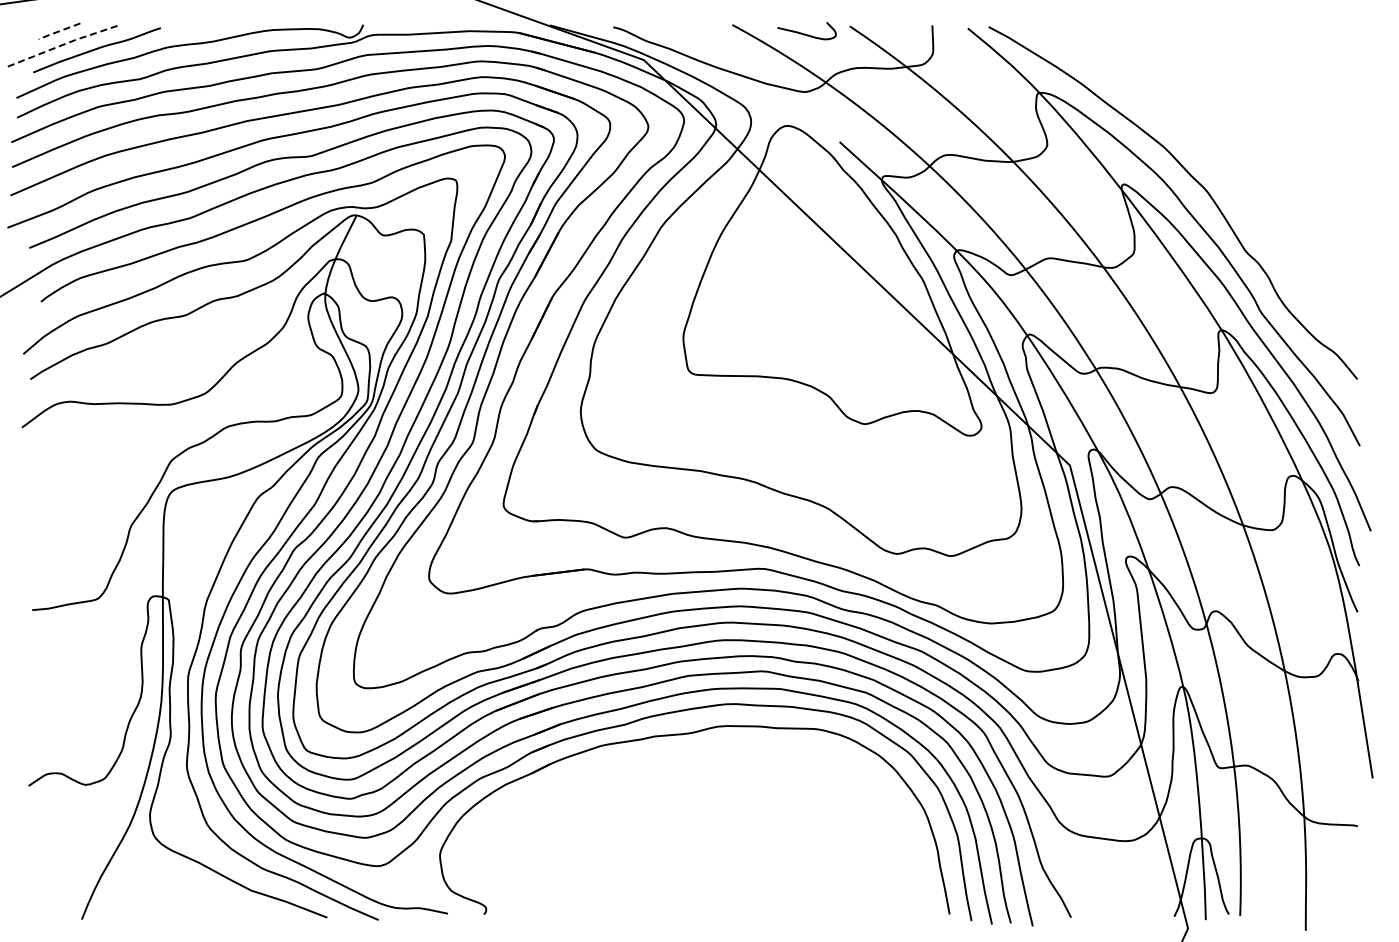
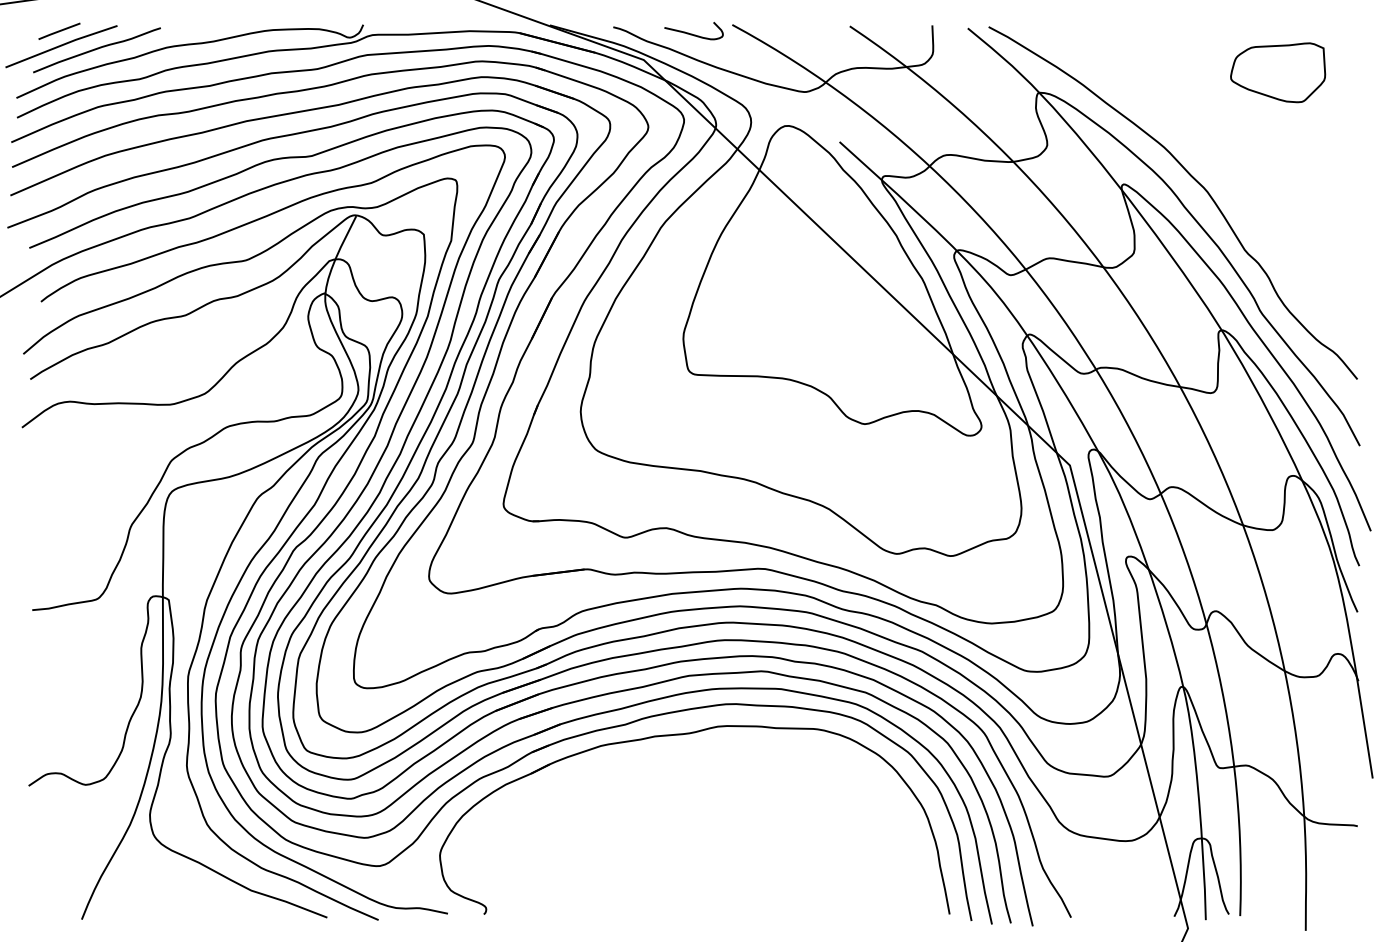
line at (58, 31): dashed -> solid
curve at (805, 33) position: (805, 33) -> (692, 33)
line at (61, 45): dashed -> solid
part at (1278, 72): none -> present
